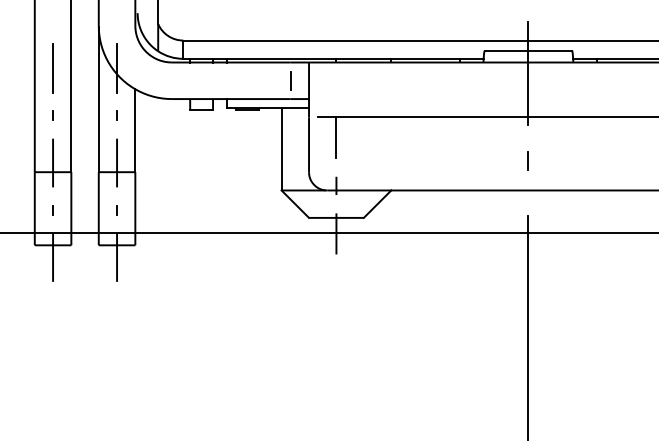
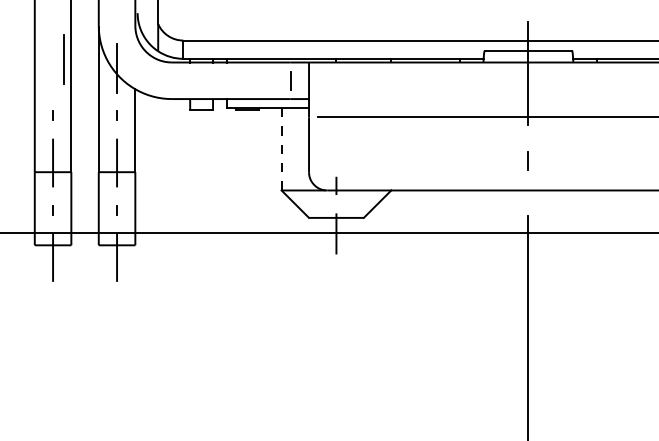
line at (52, 68) position: (52, 68) -> (63, 59)
line at (336, 137): present -> none
line at (281, 148): solid -> dashed
